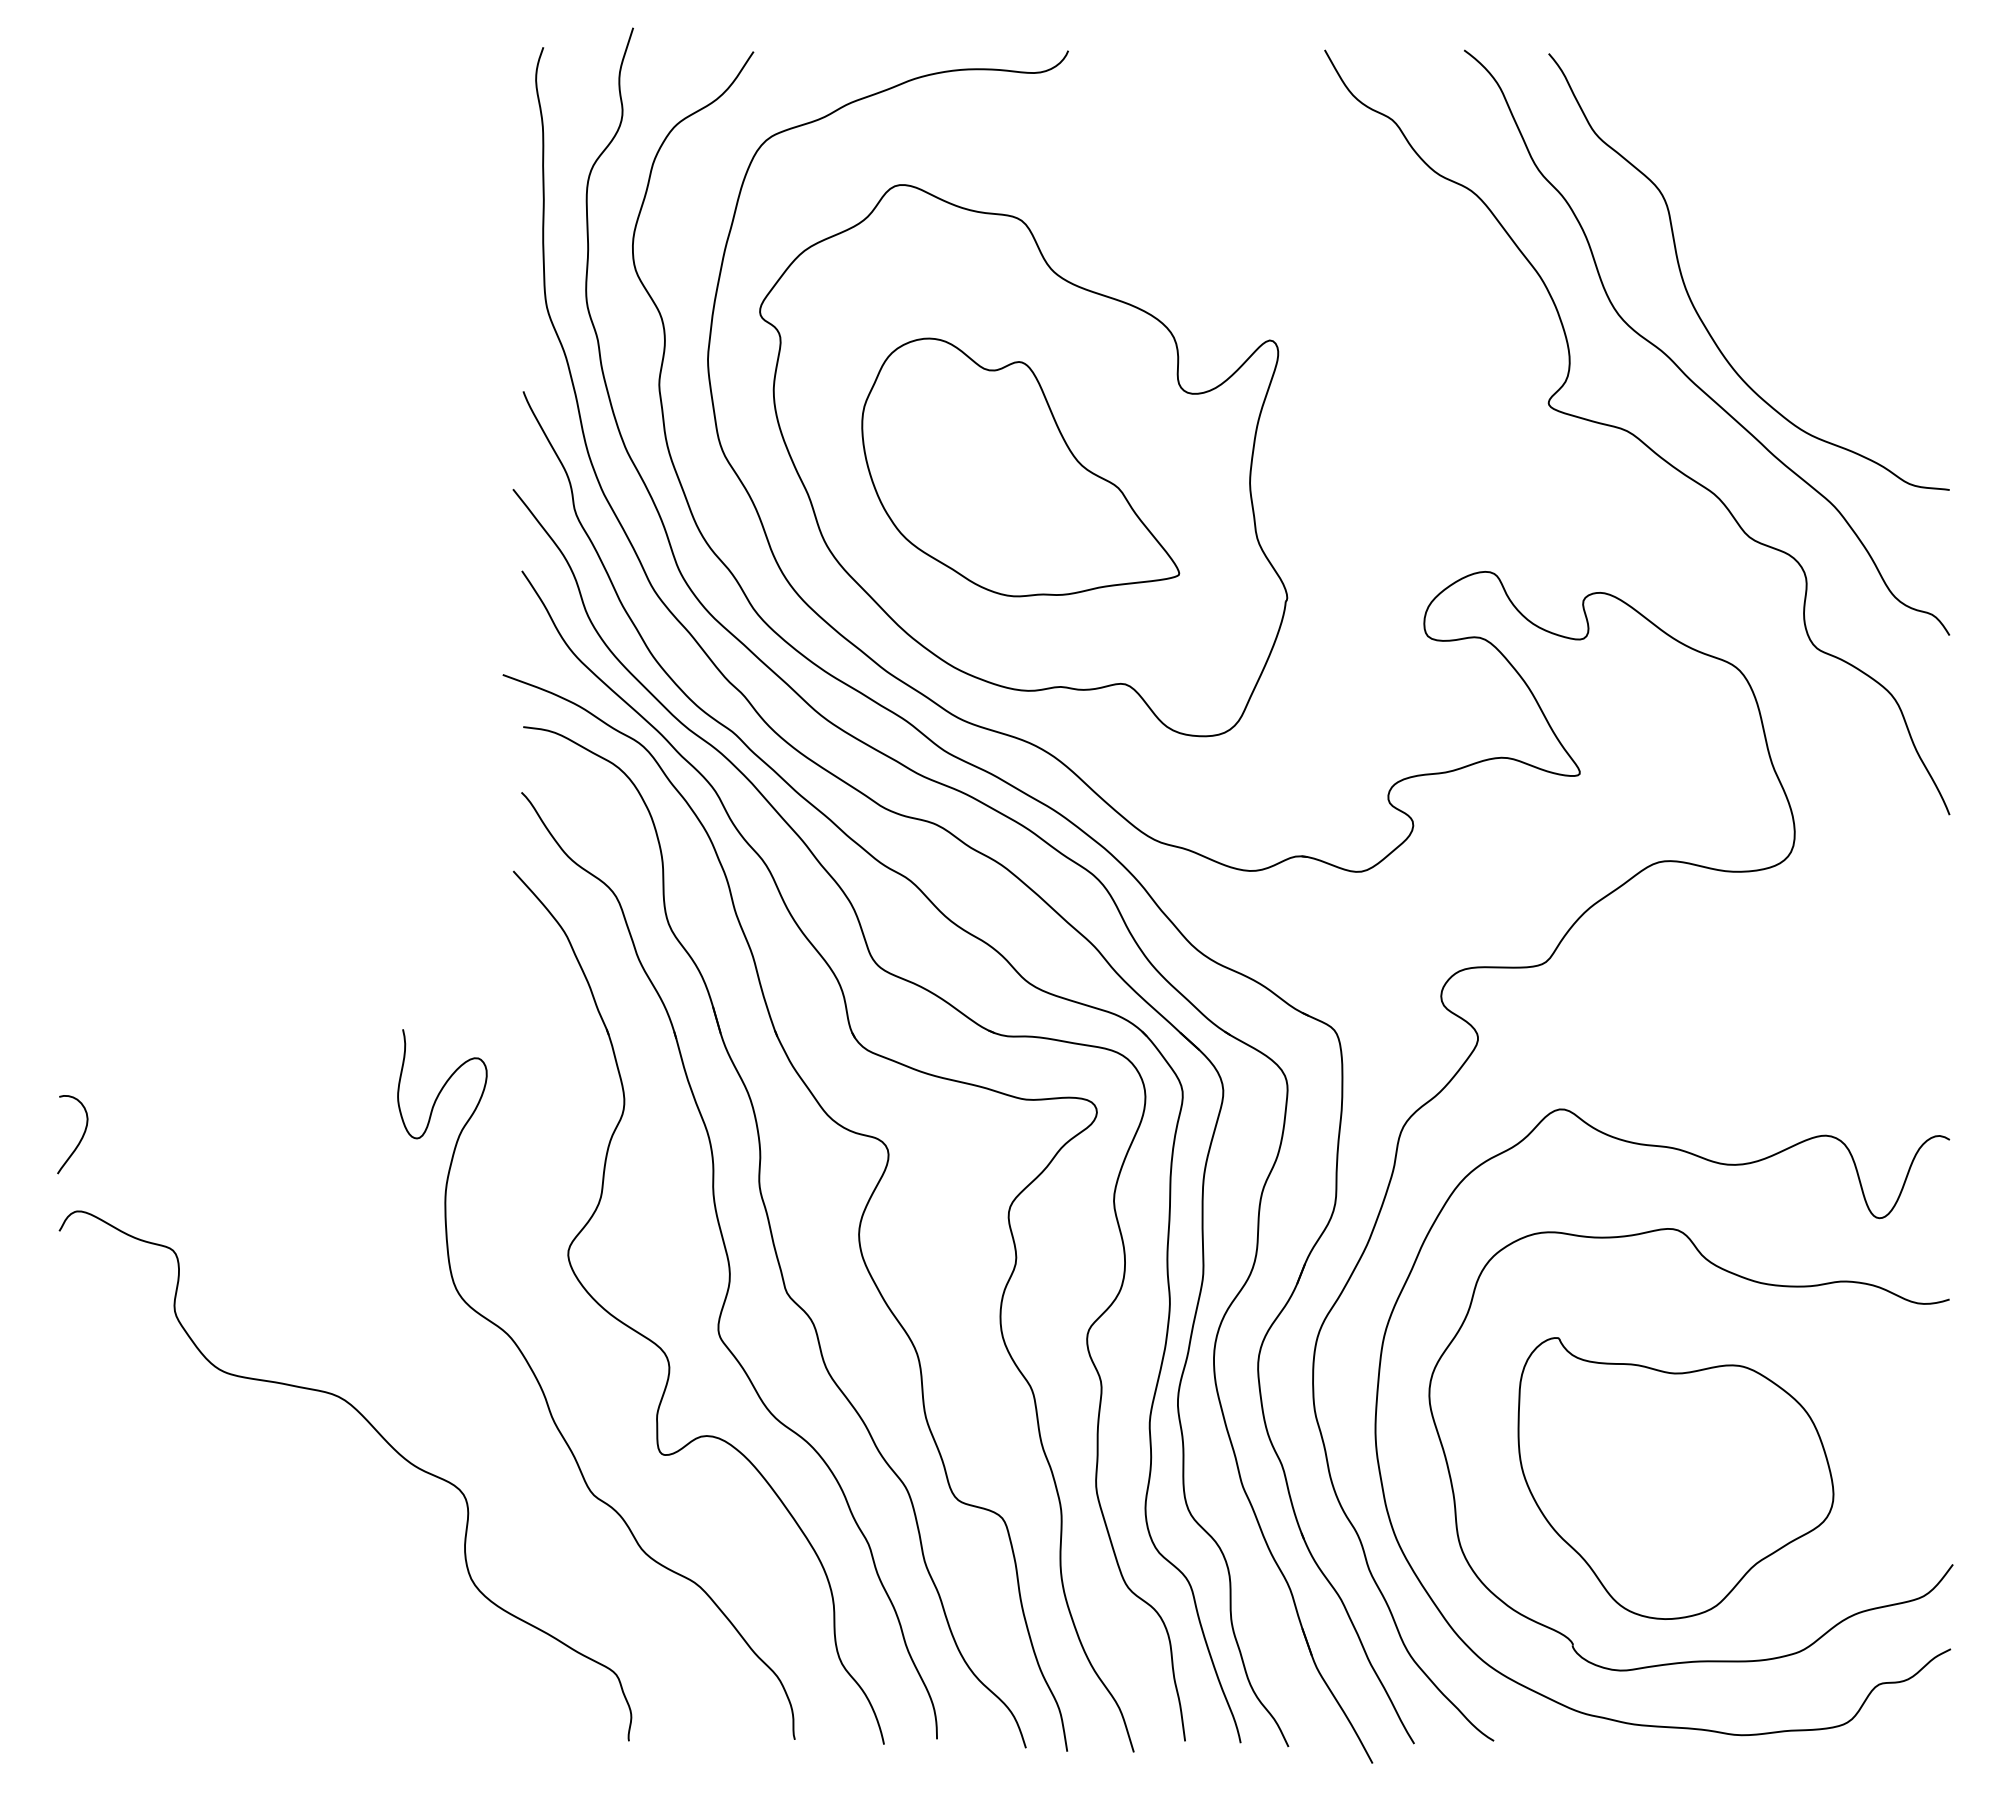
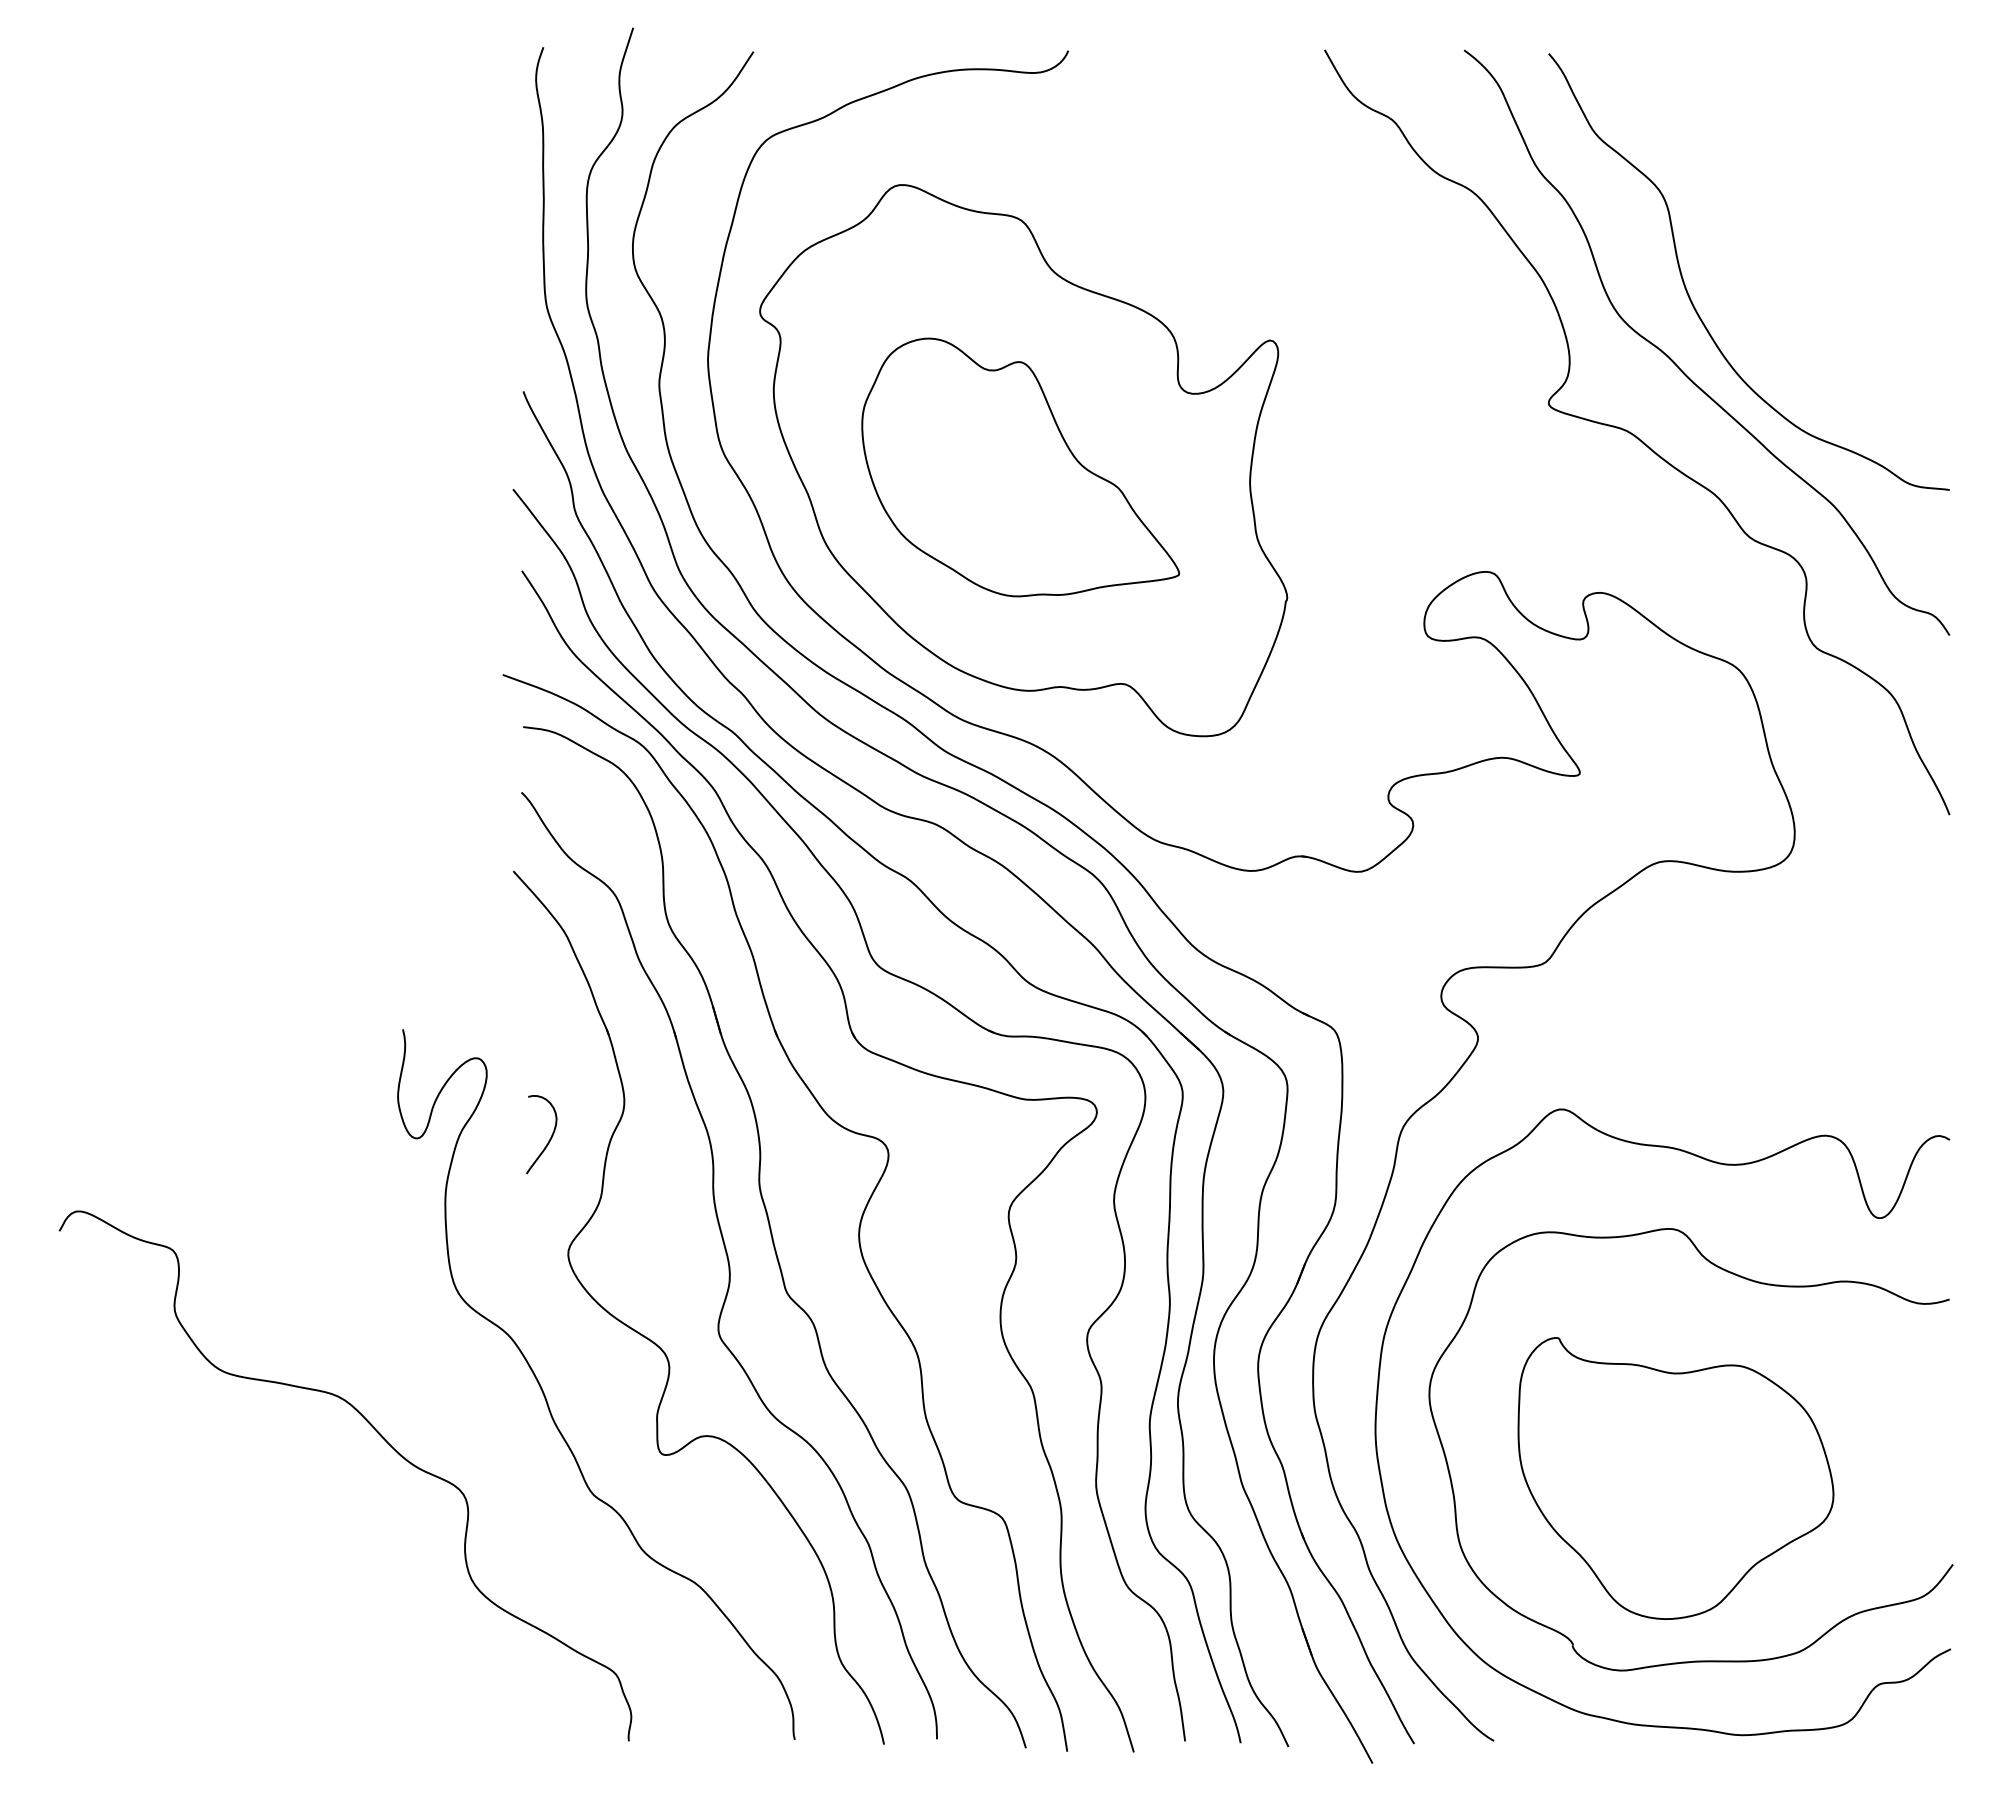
curve at (79, 1140) position: (79, 1140) -> (548, 1140)
